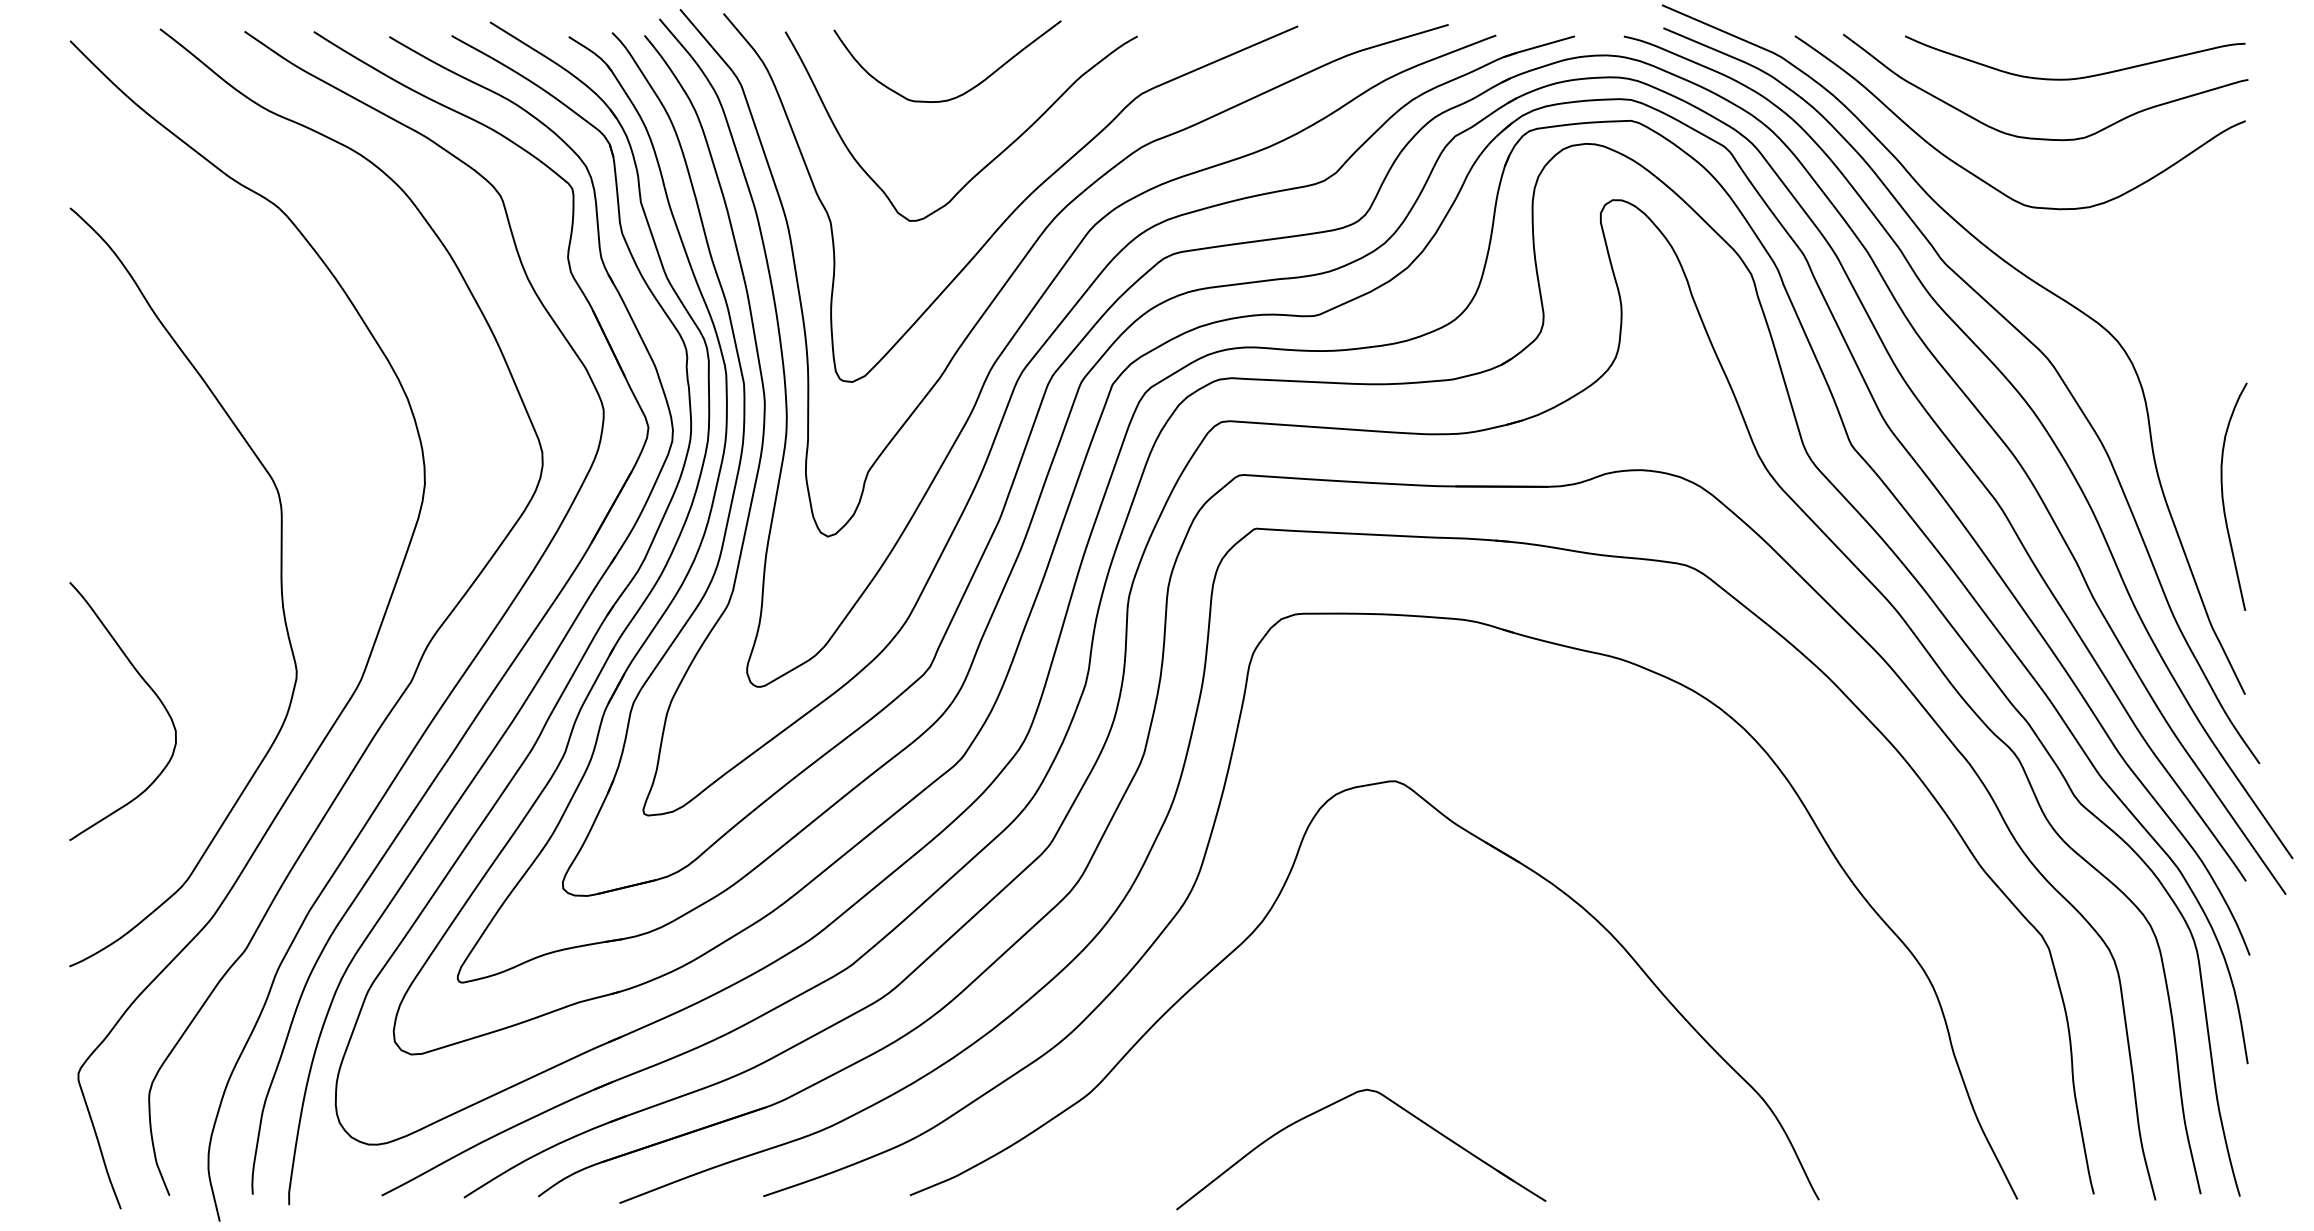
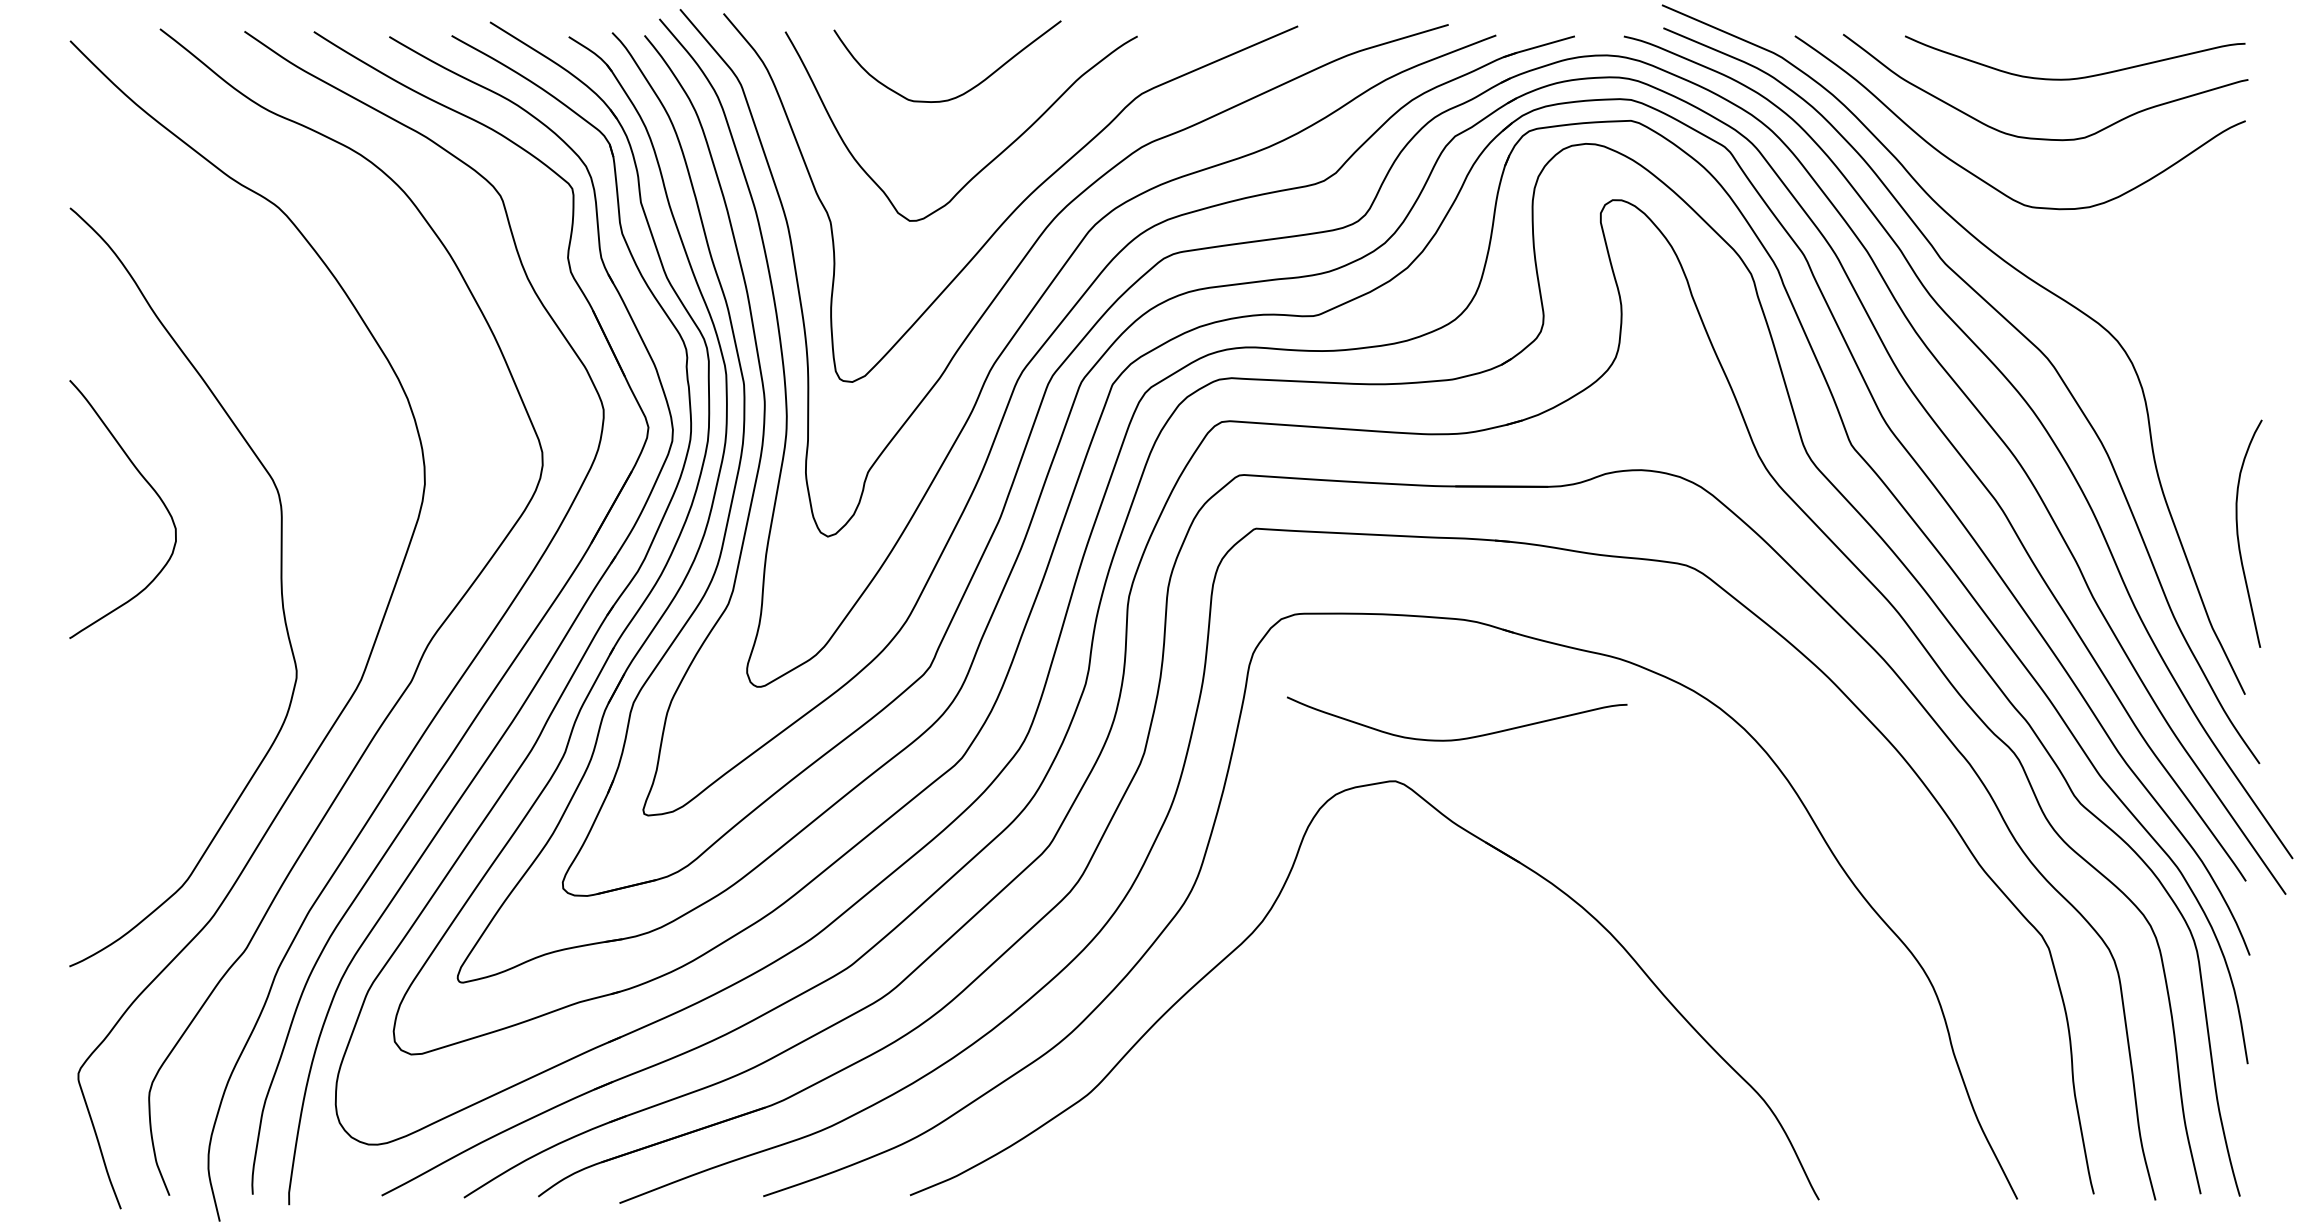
curve at (2223, 496) position: (2223, 496) -> (2238, 533)
curve at (150, 689) position: (150, 689) -> (150, 487)
curve at (1458, 738): none -> present
part at (1338, 1102): present -> none
